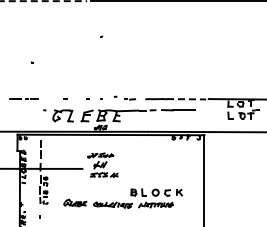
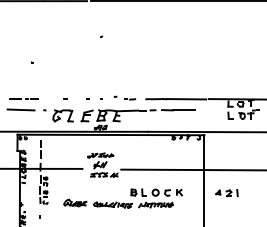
line at (44, 1): dashed -> solid
line at (186, 99): dashed -> solid
line at (20, 109): none -> present
line at (192, 169): none -> present
part at (226, 193): none -> present
